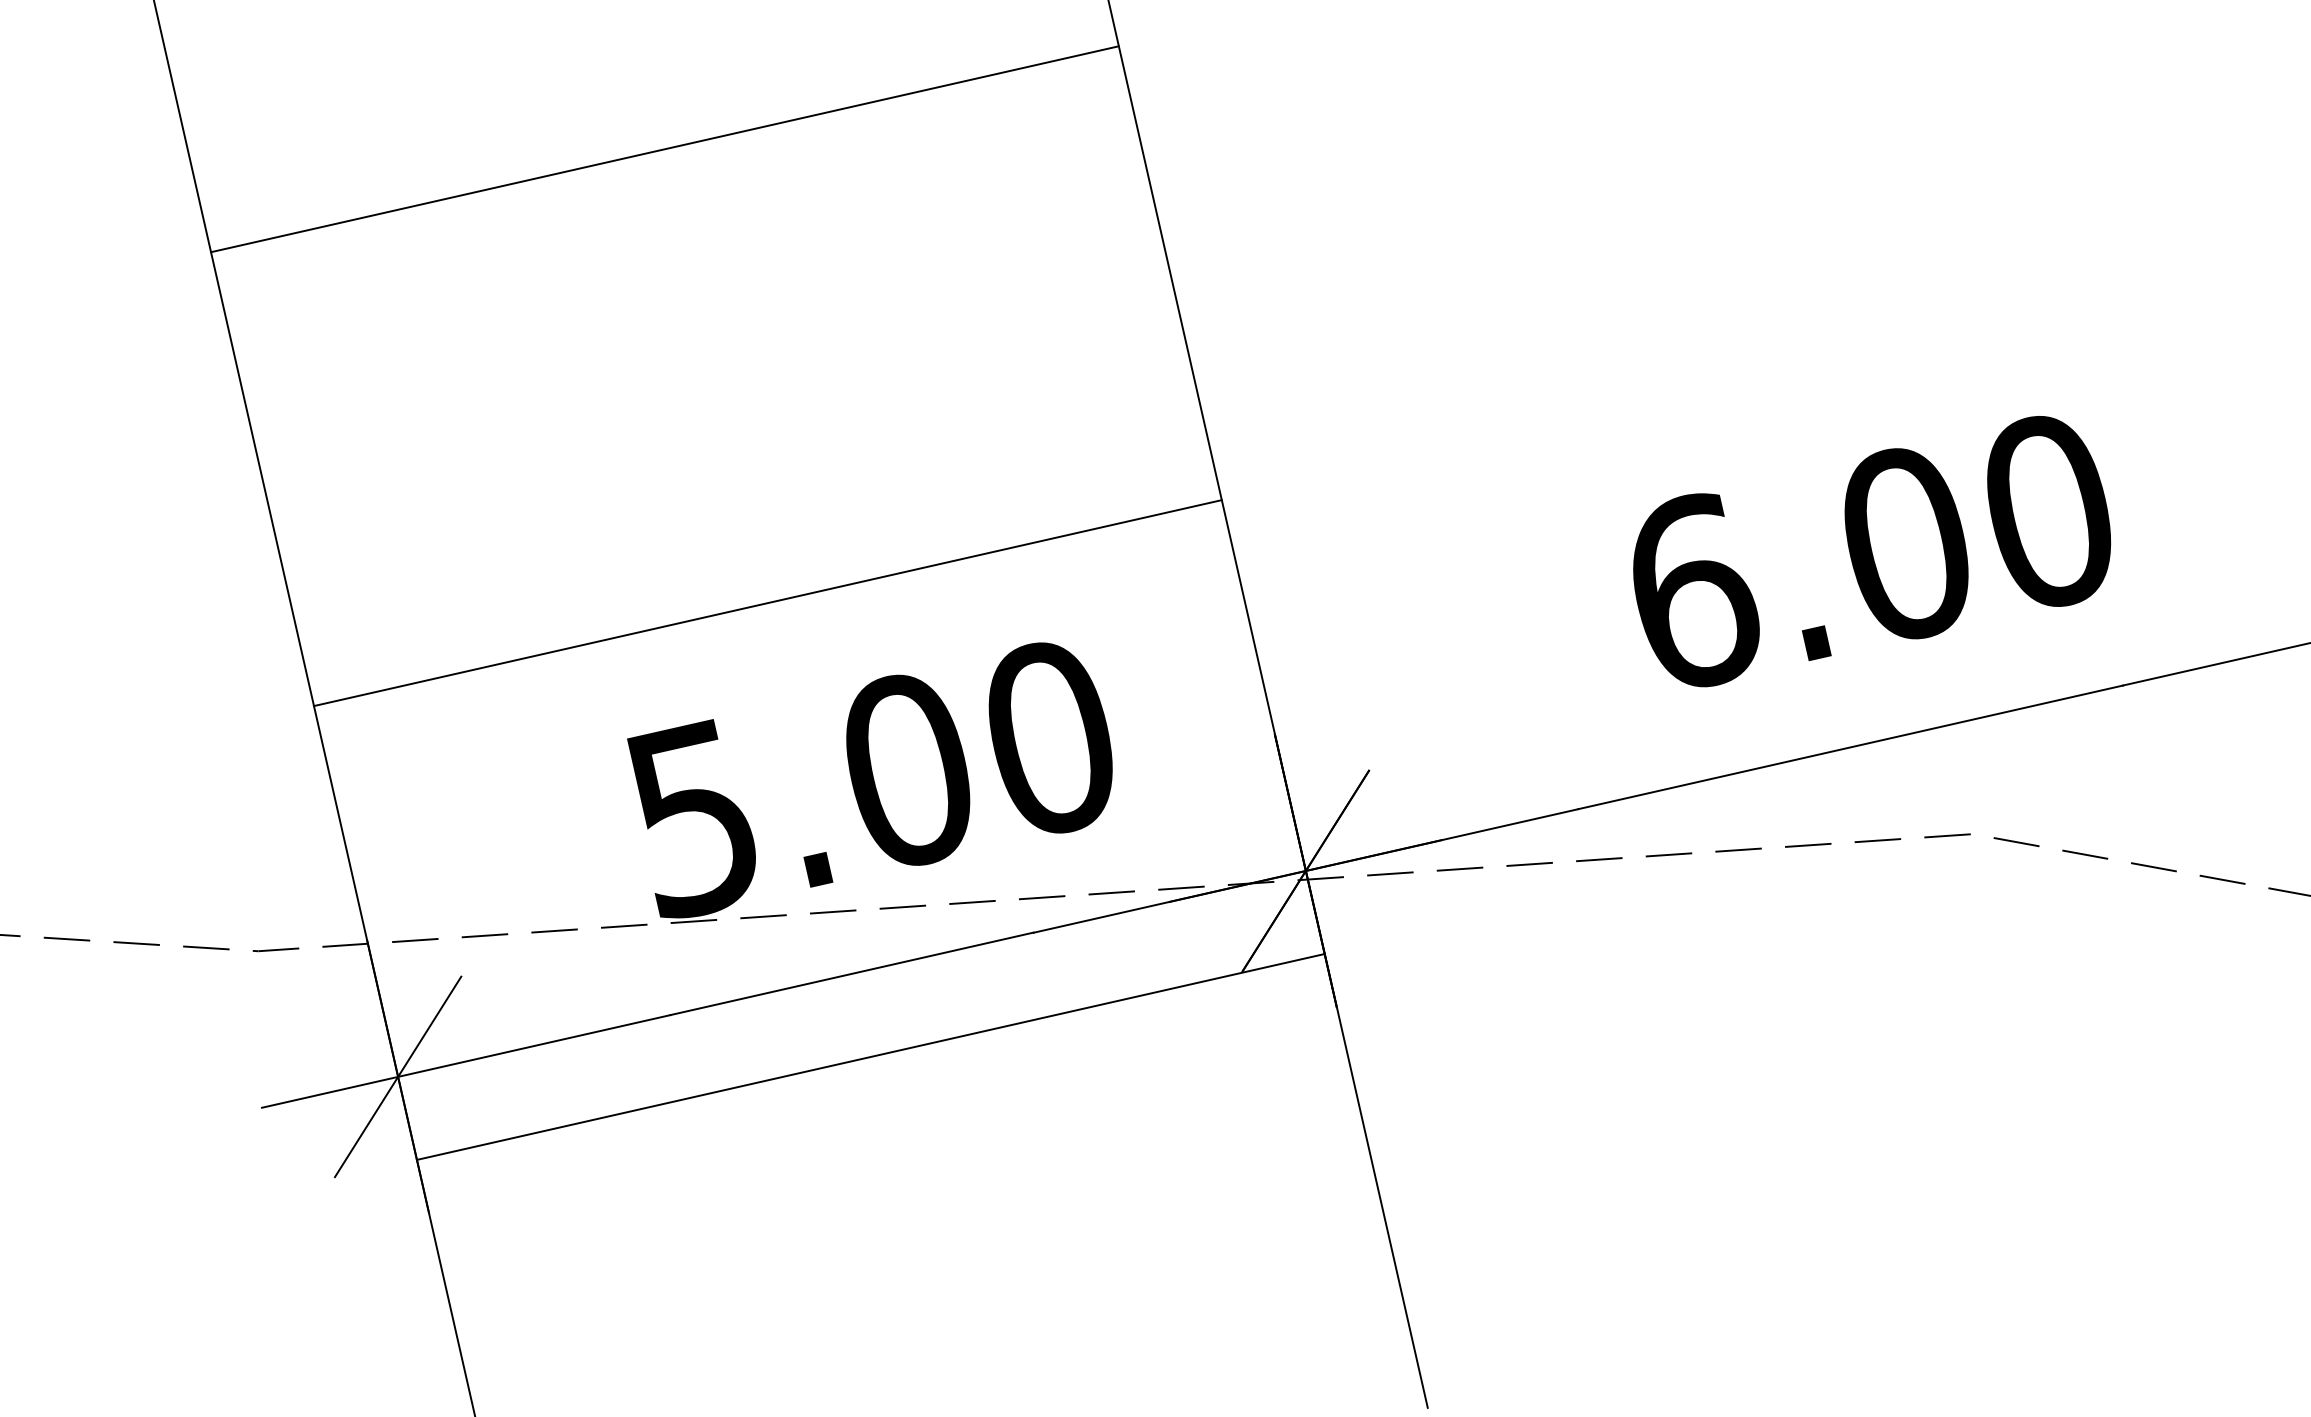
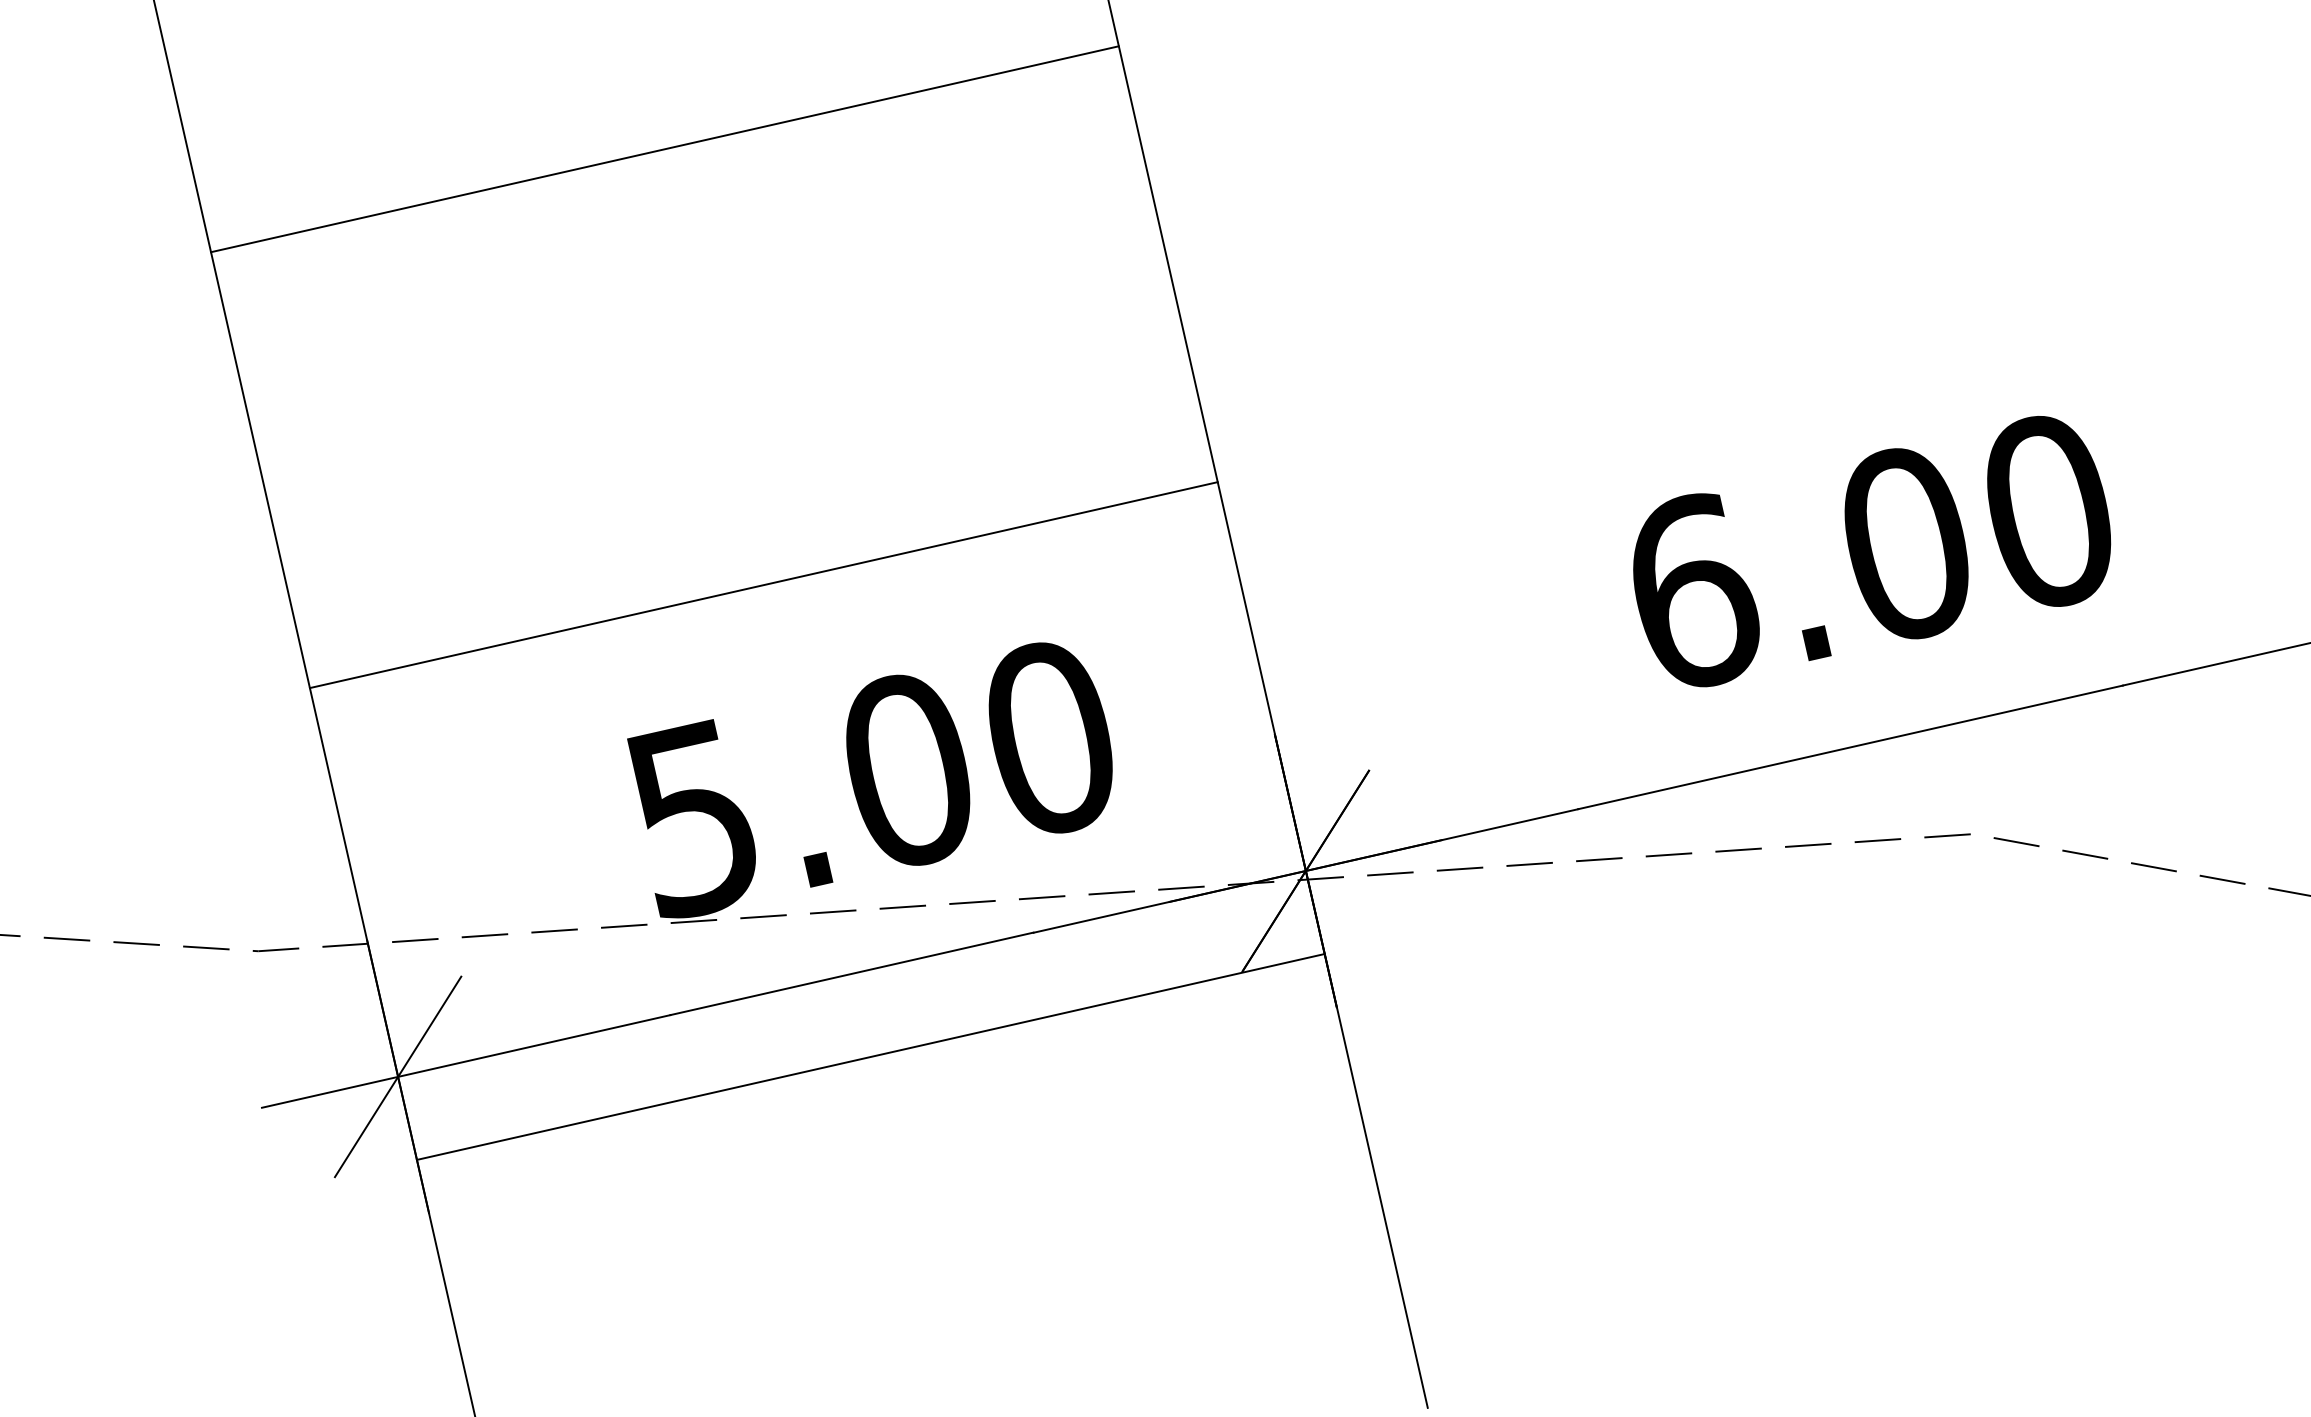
line at (767, 603) position: (767, 603) -> (763, 585)
